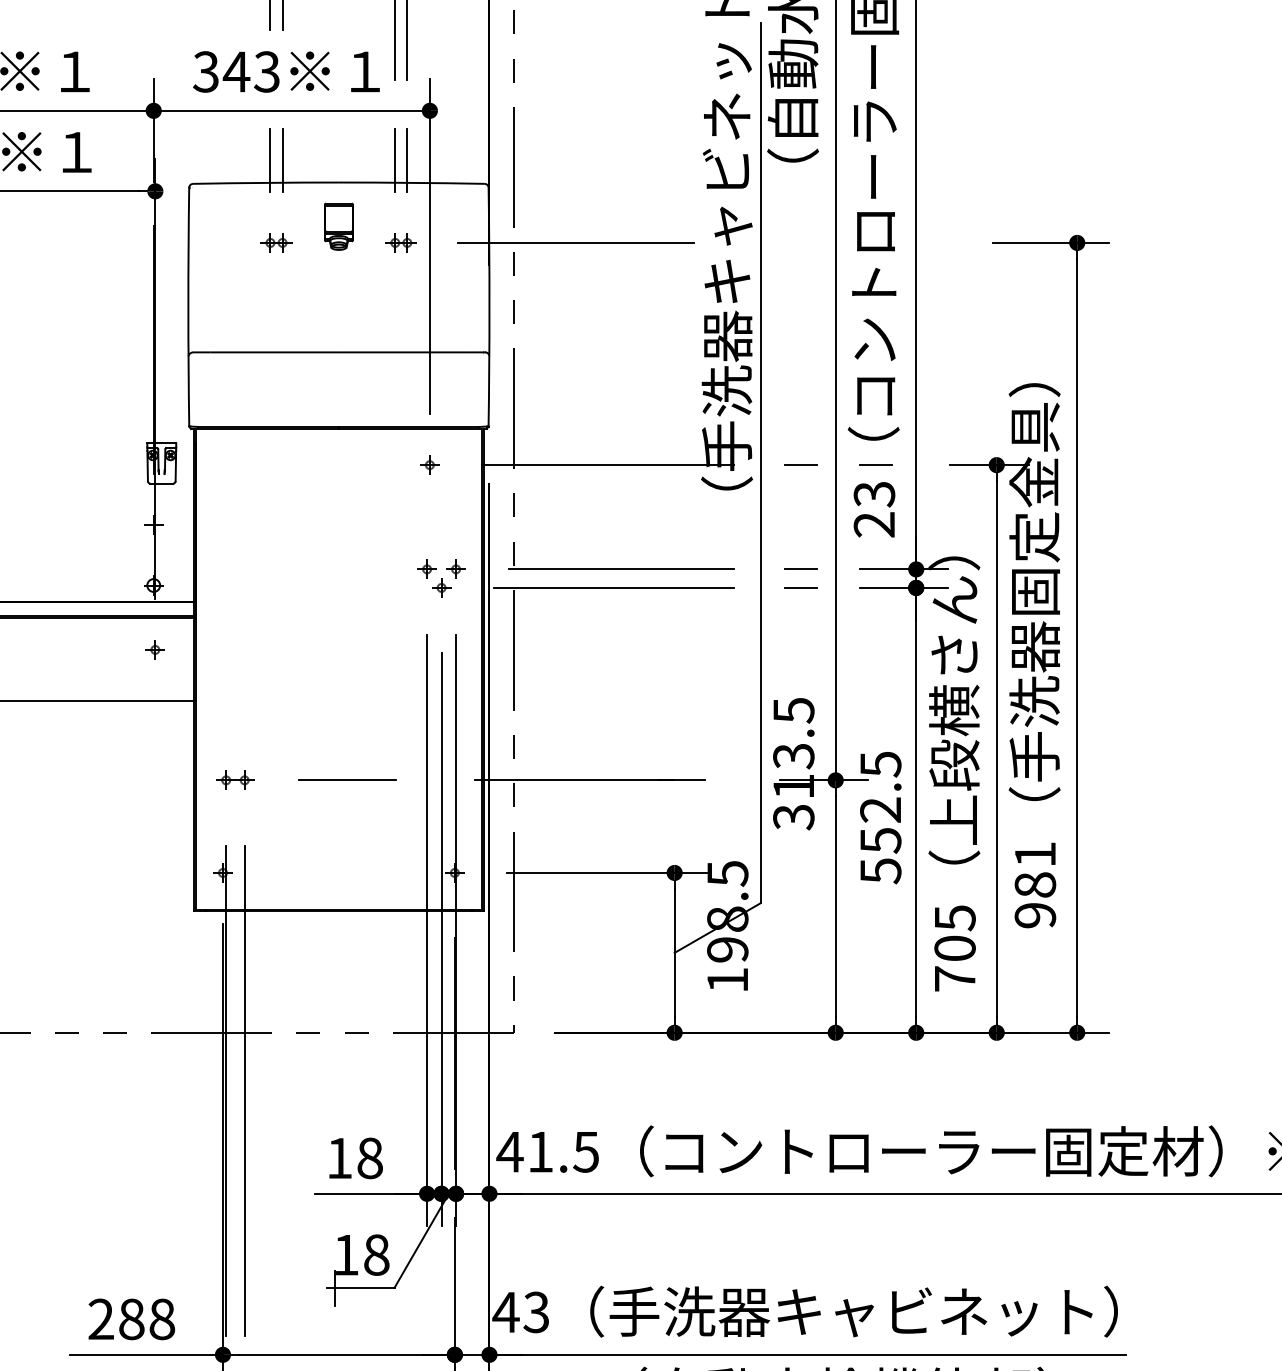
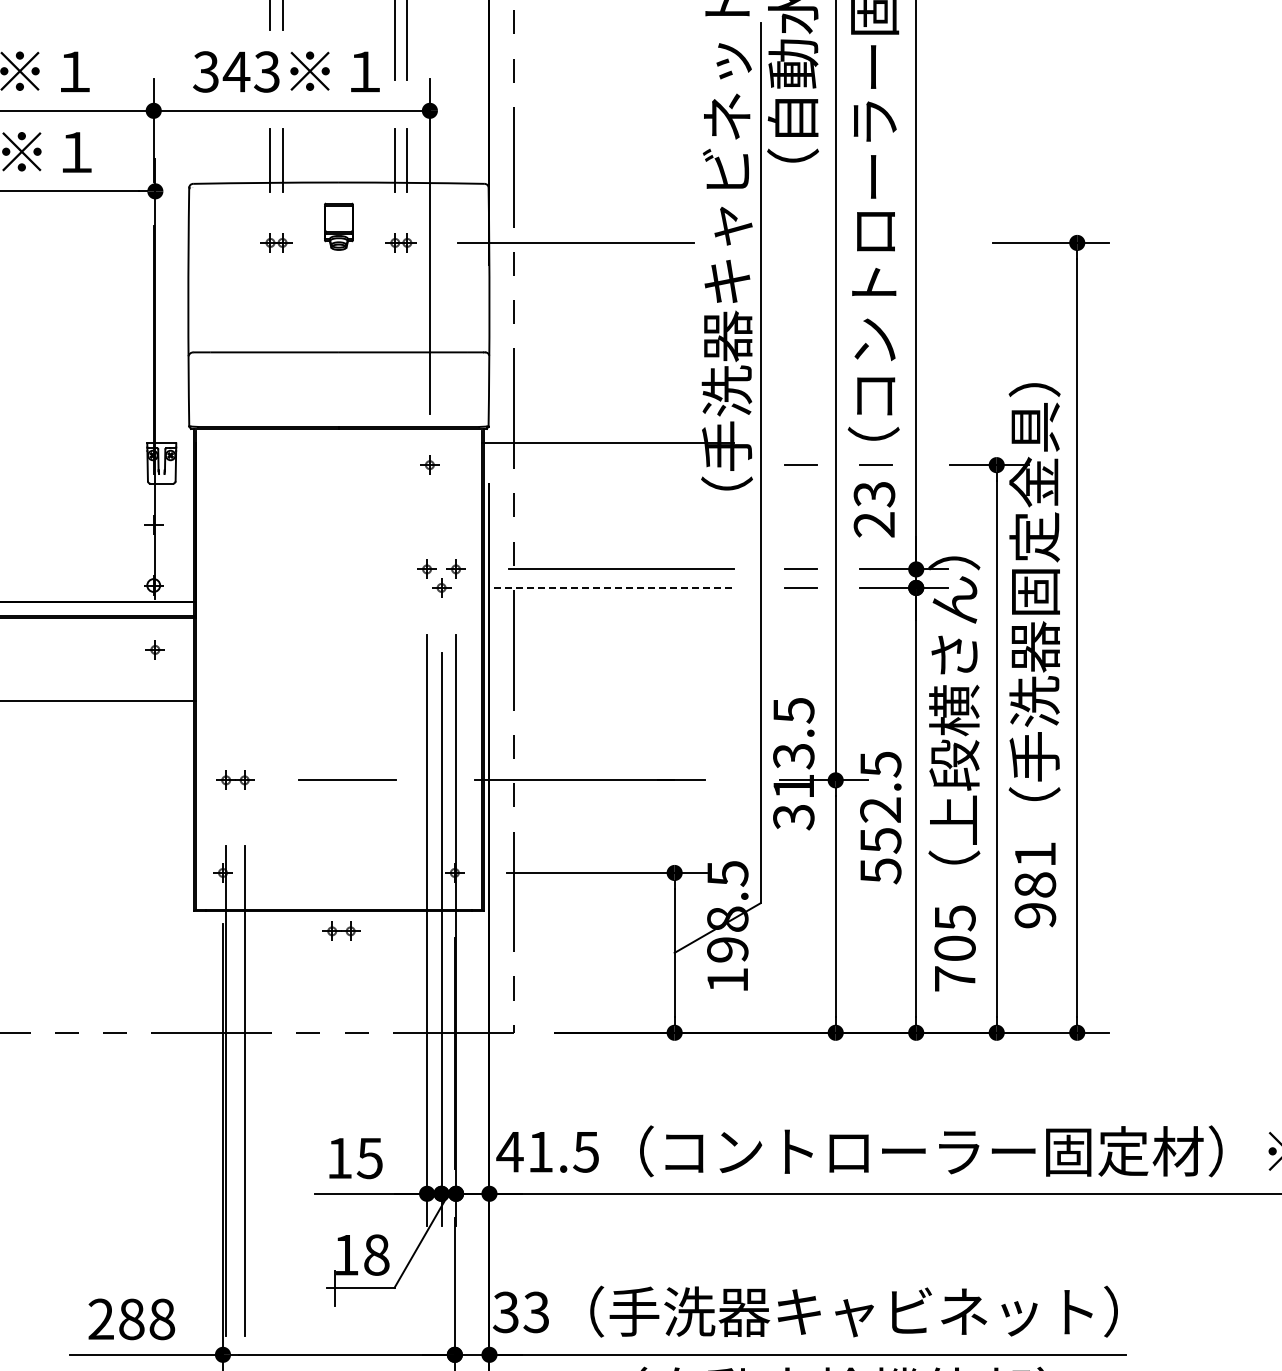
line at (608, 465) position: (608, 465) -> (608, 443)
line at (614, 587): solid -> dashed
part at (341, 930): none -> present
text at (369, 1158): 18 -> 15
text at (505, 1312): 43 -> 33
